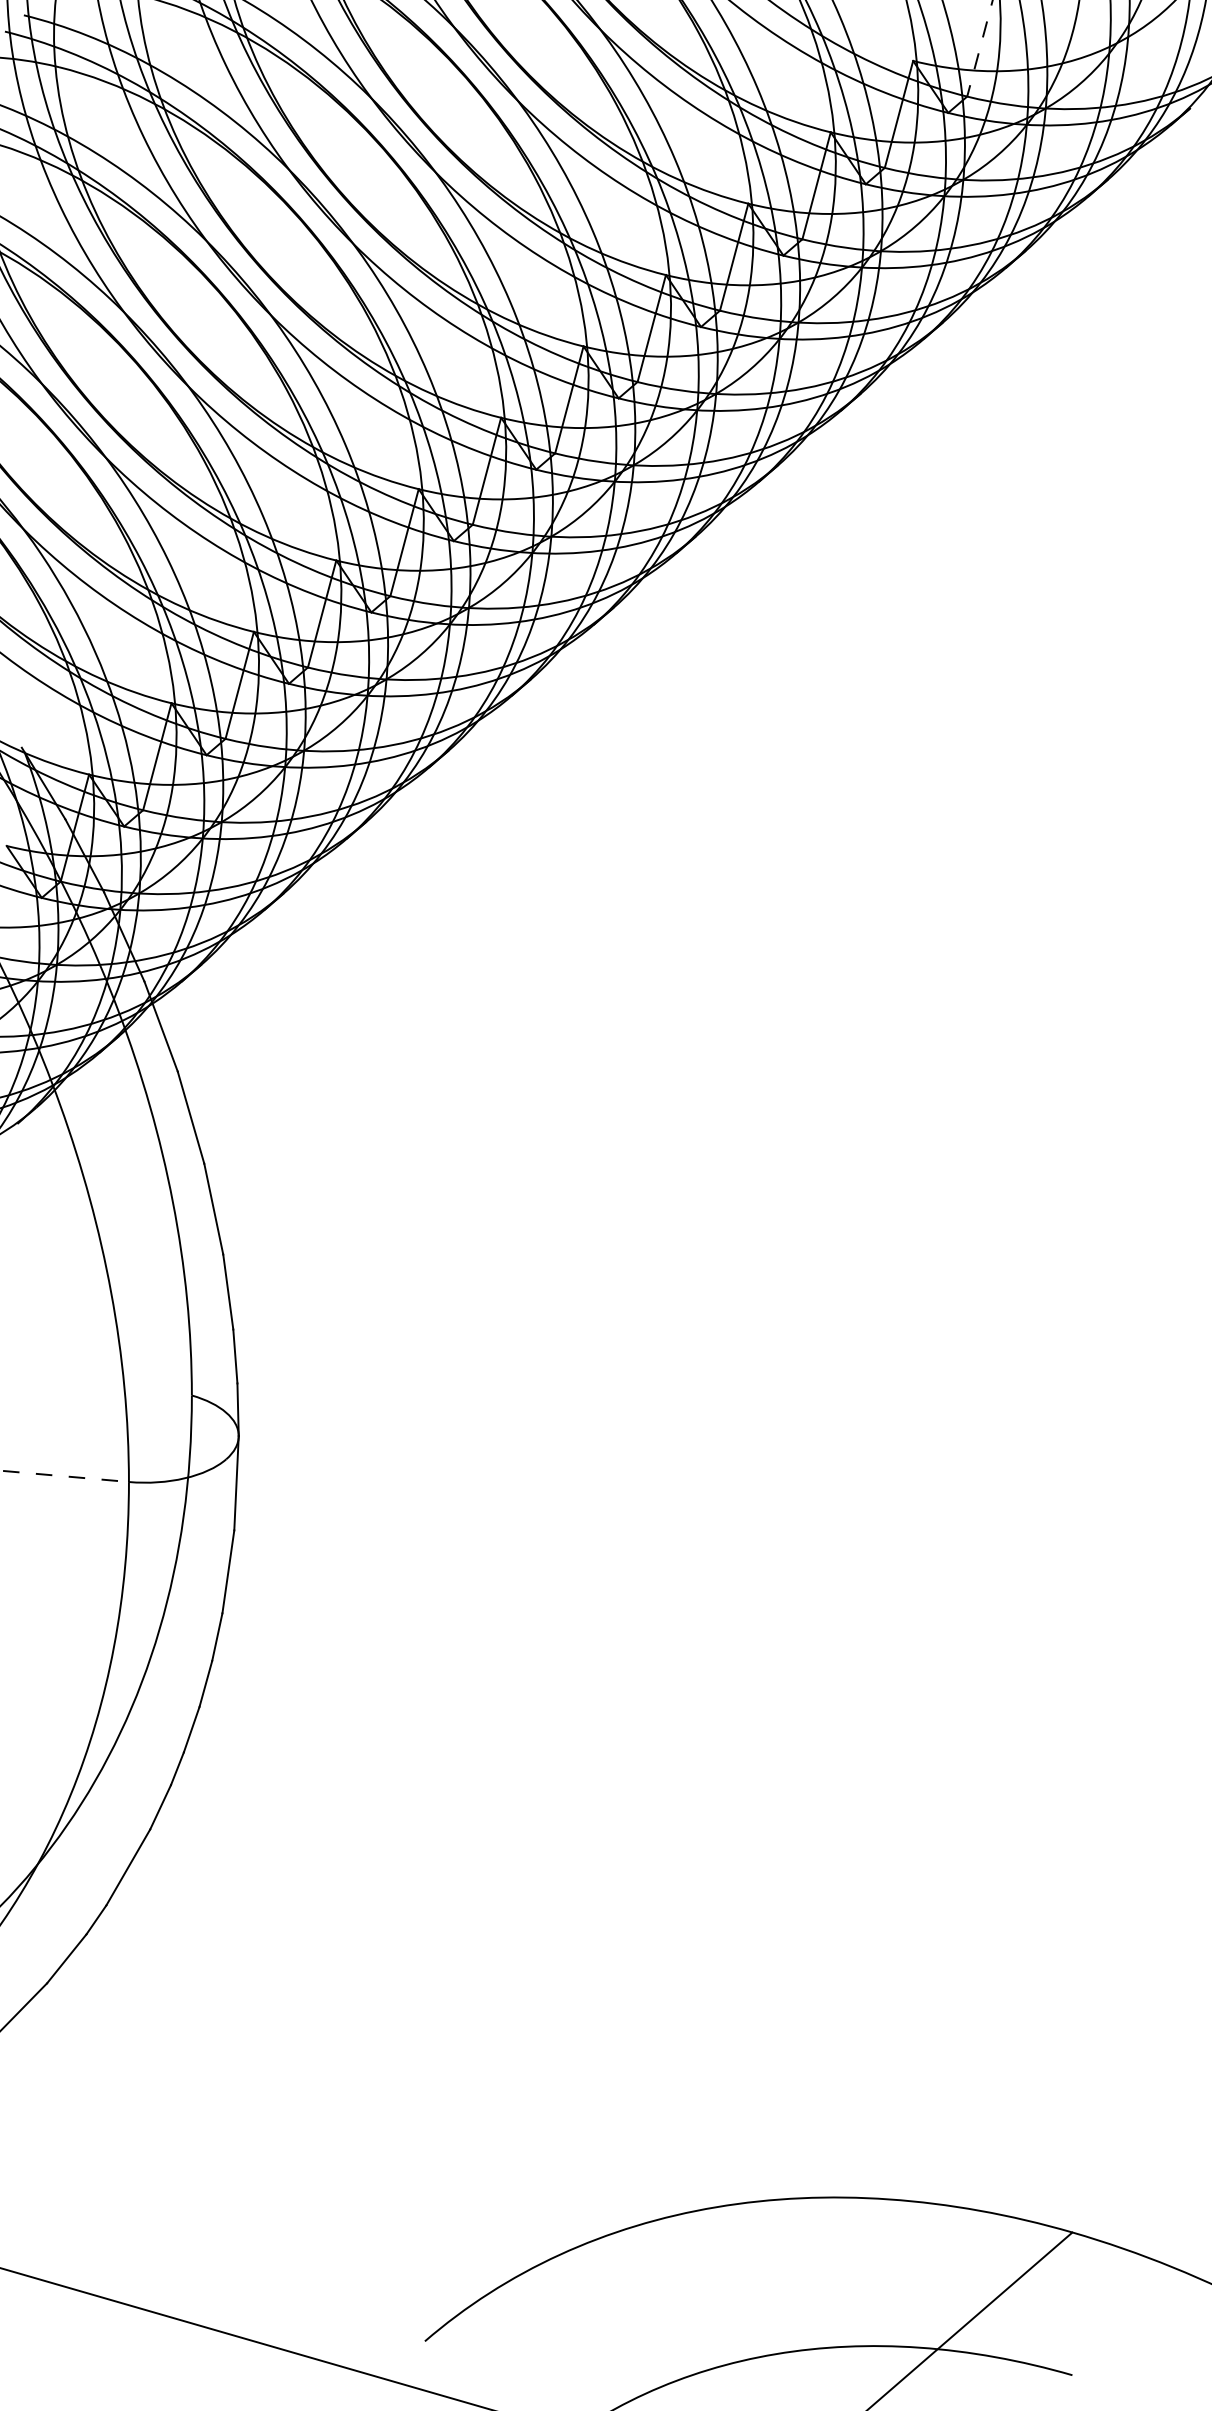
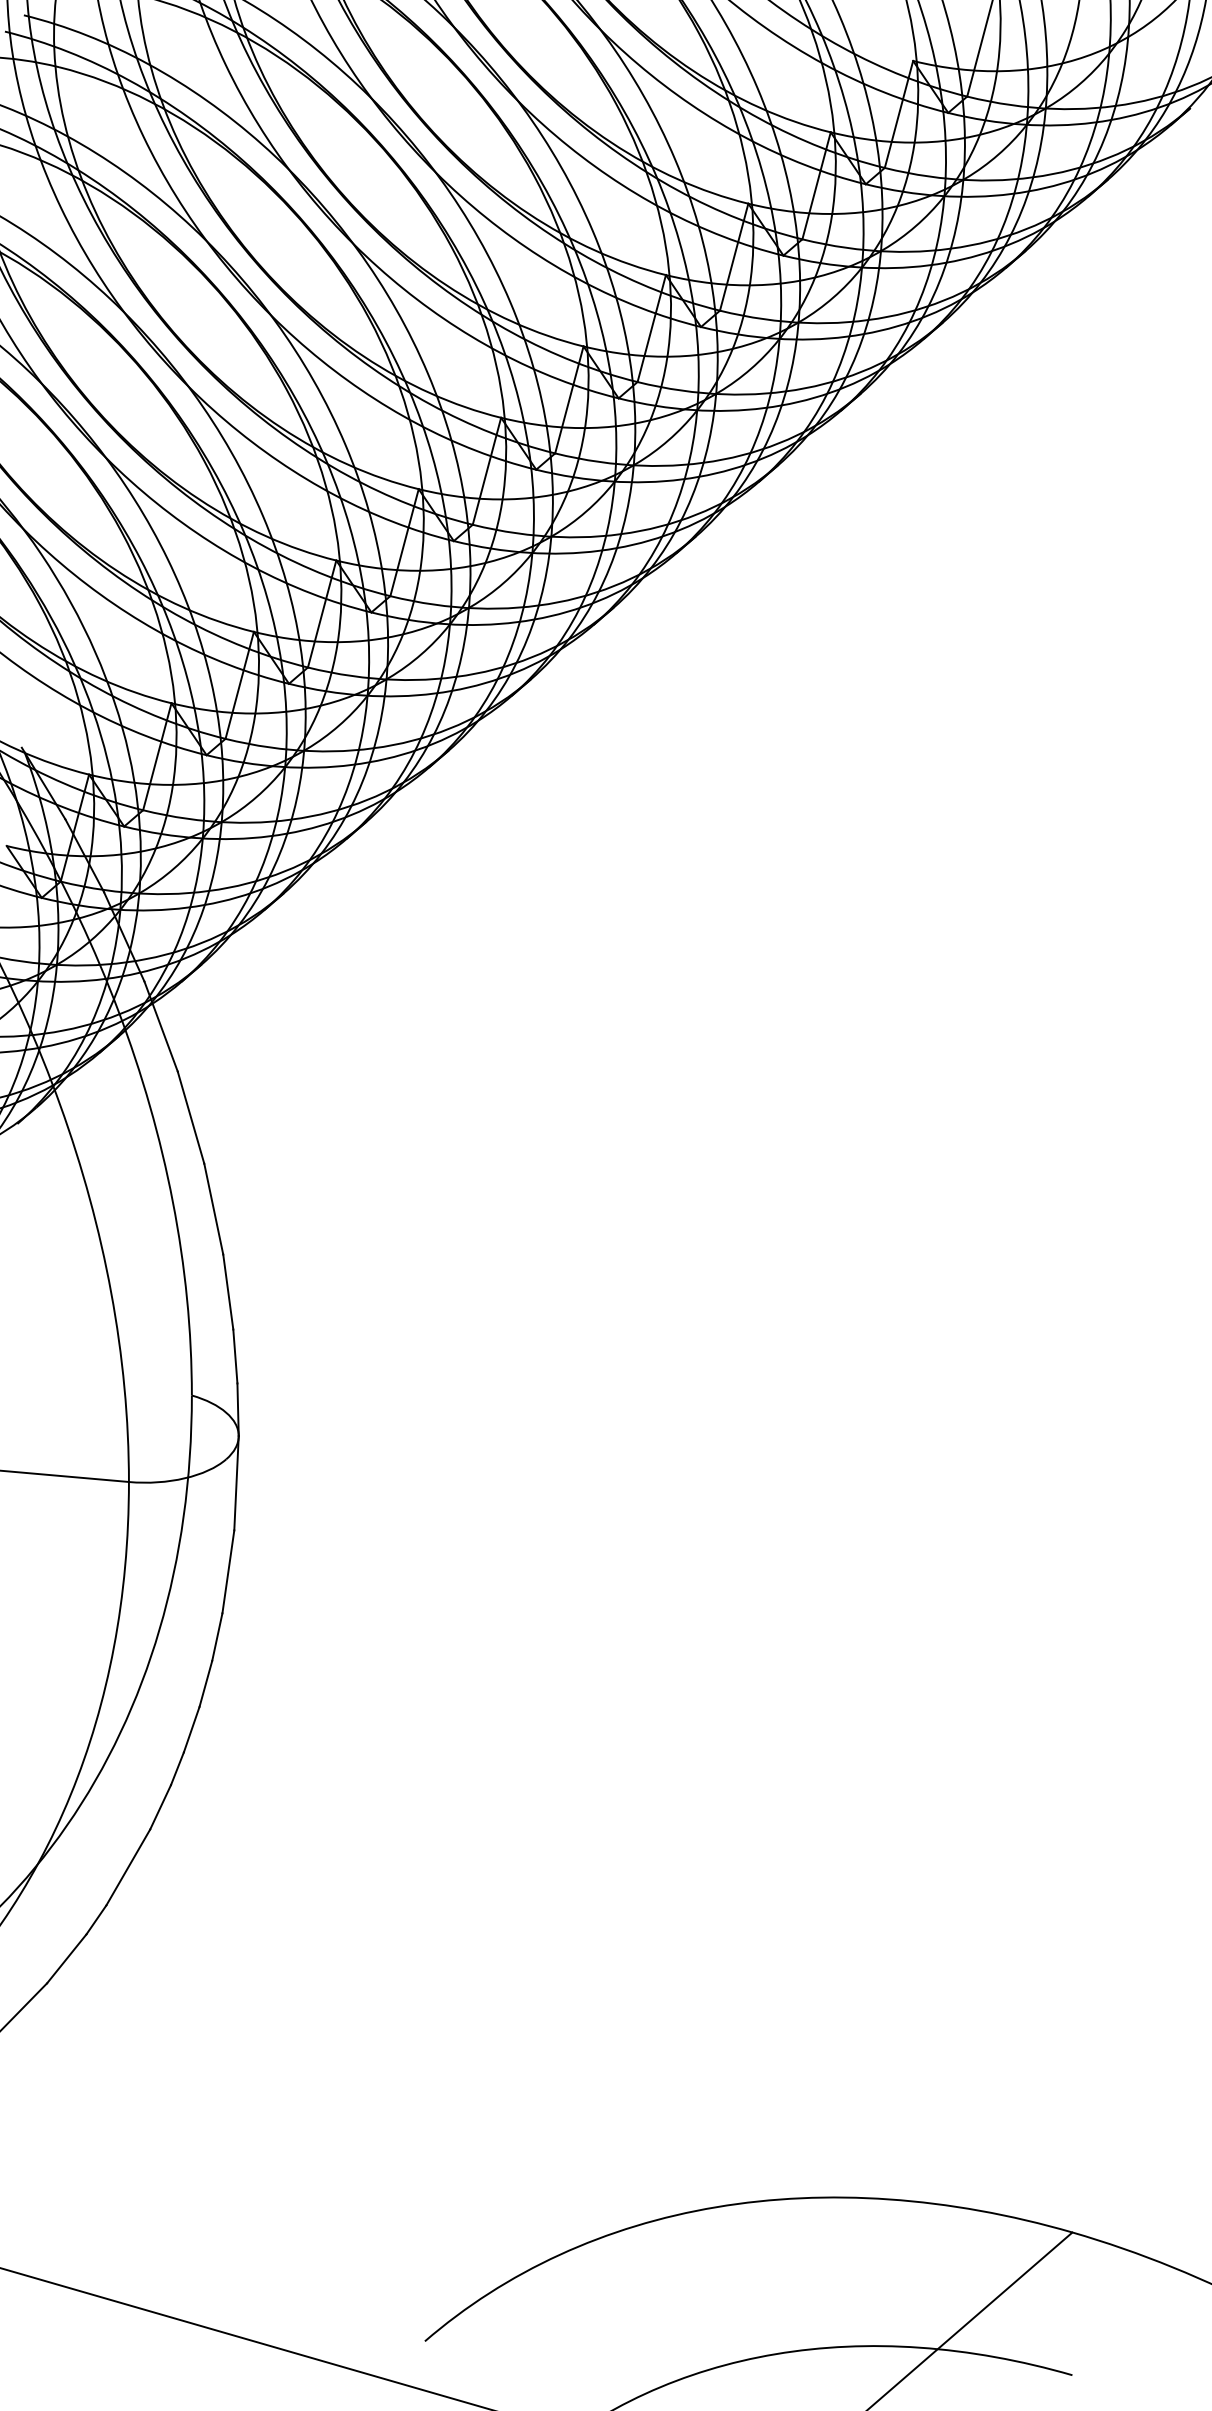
line at (979, 48): dashed -> solid
line at (65, 1476): dashed -> solid
